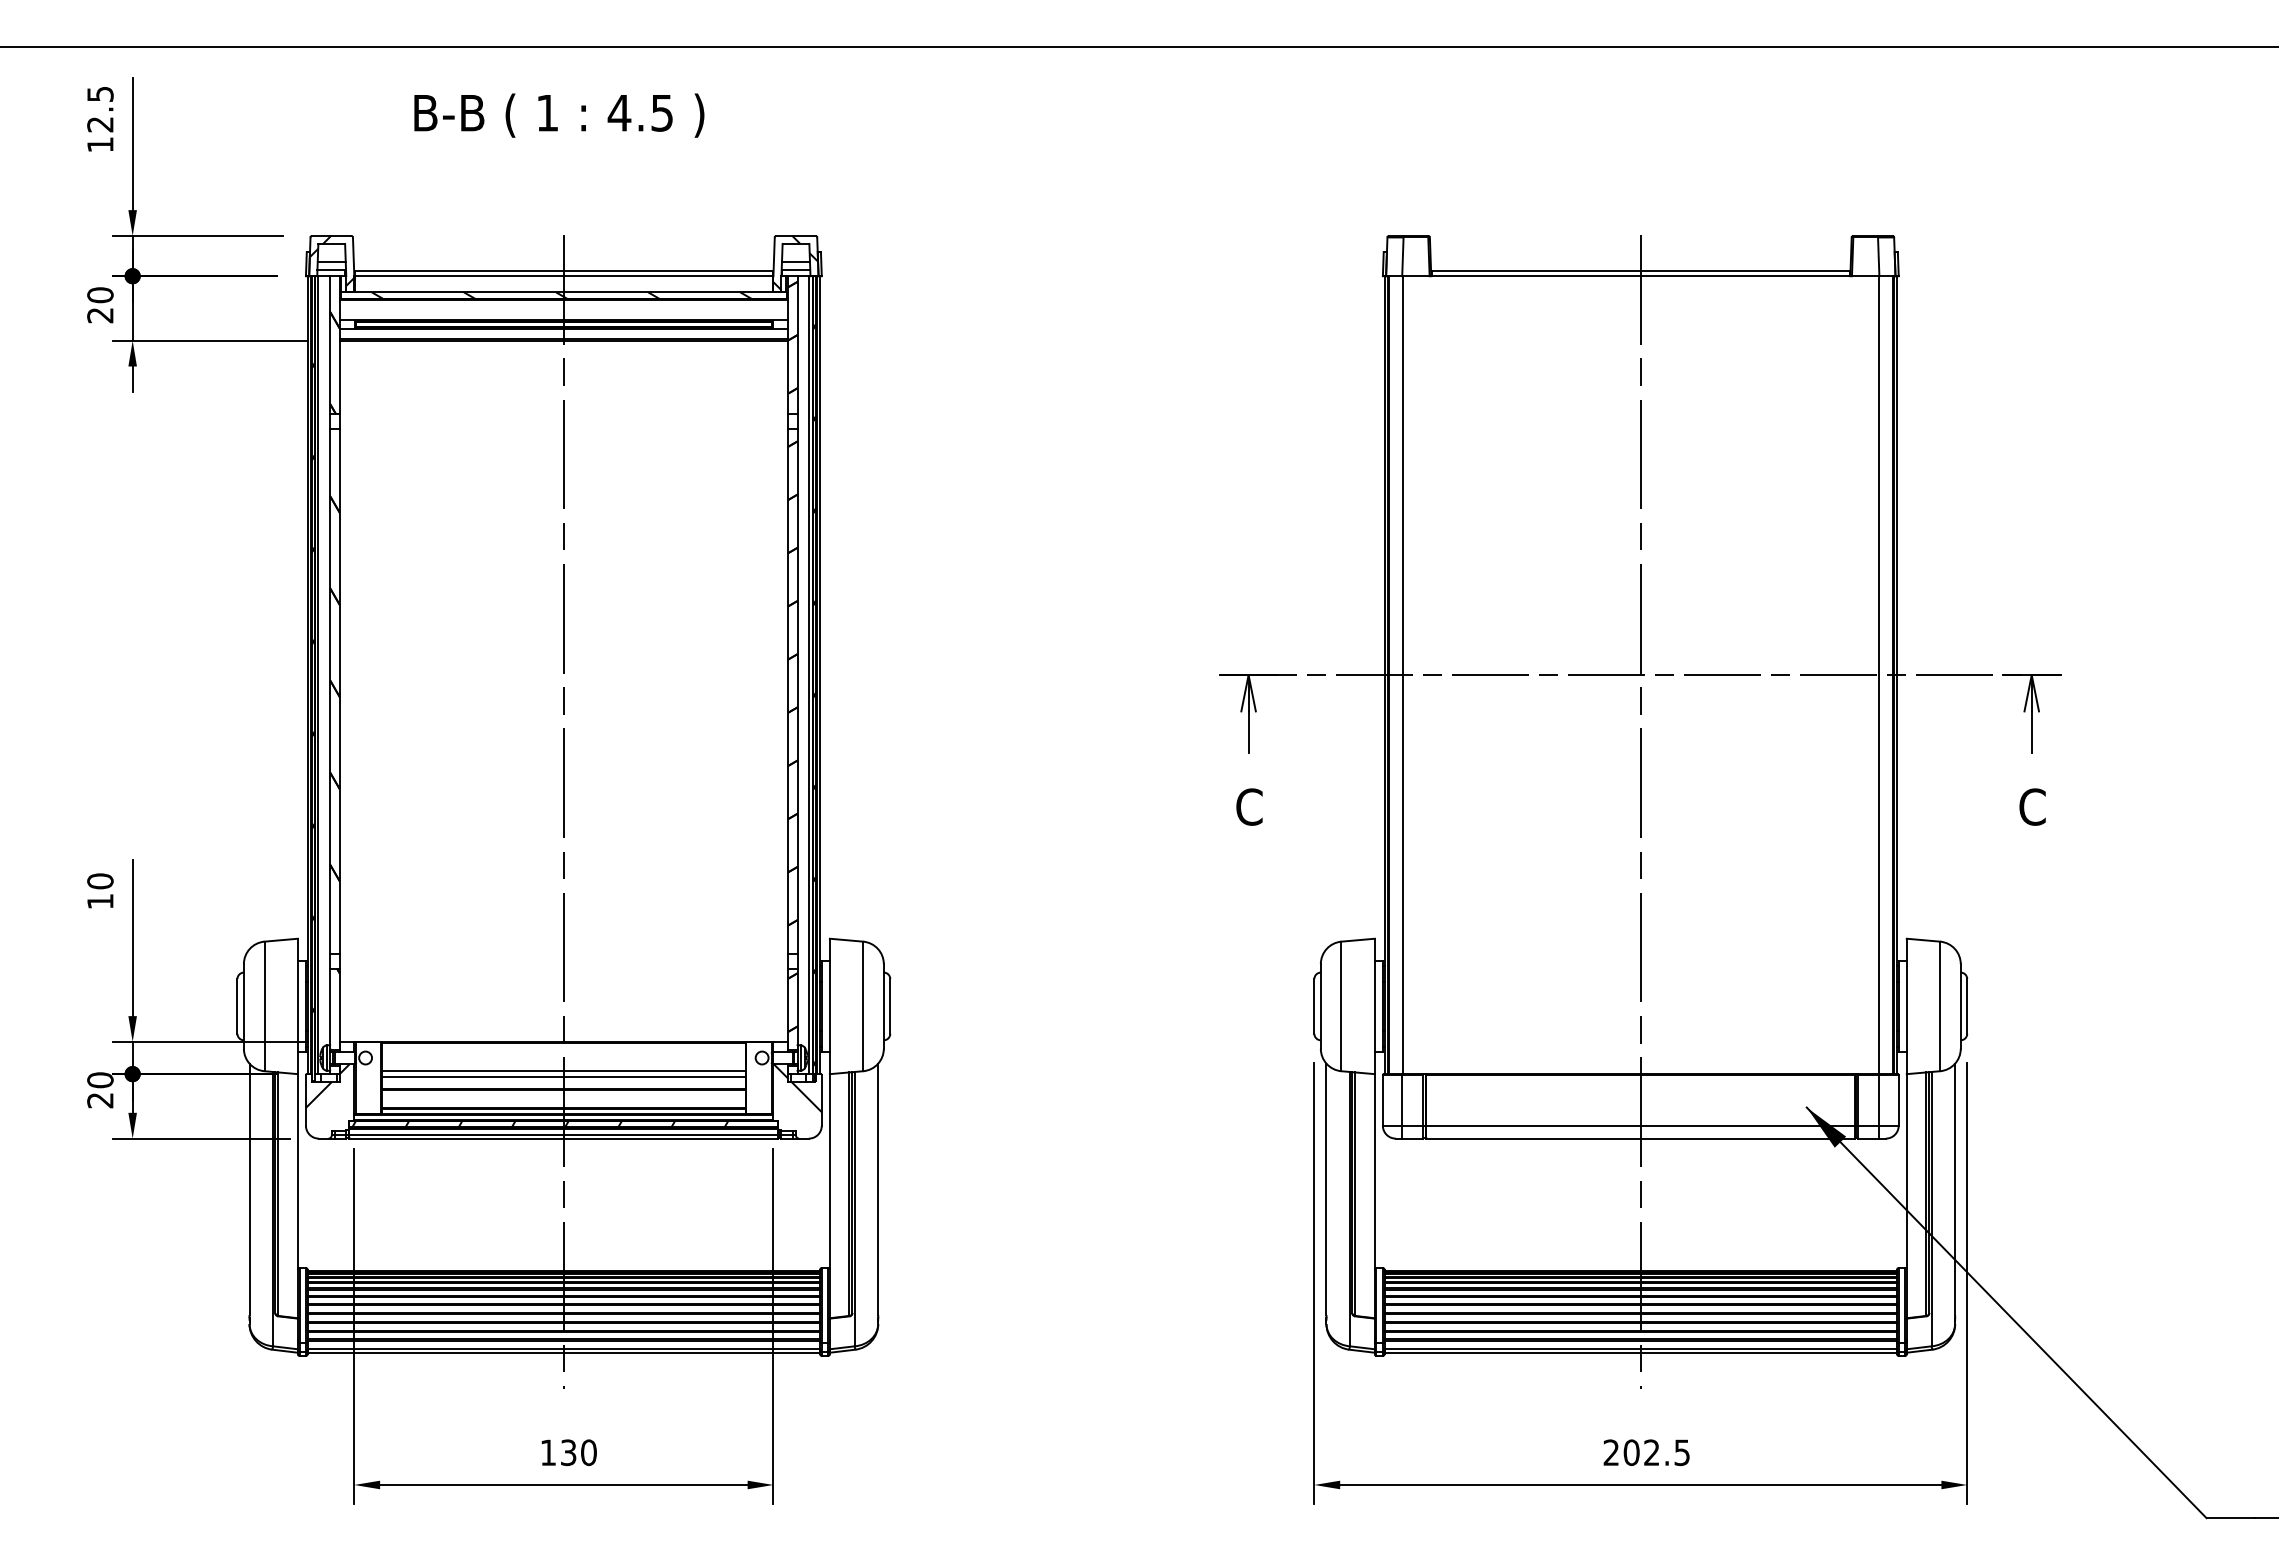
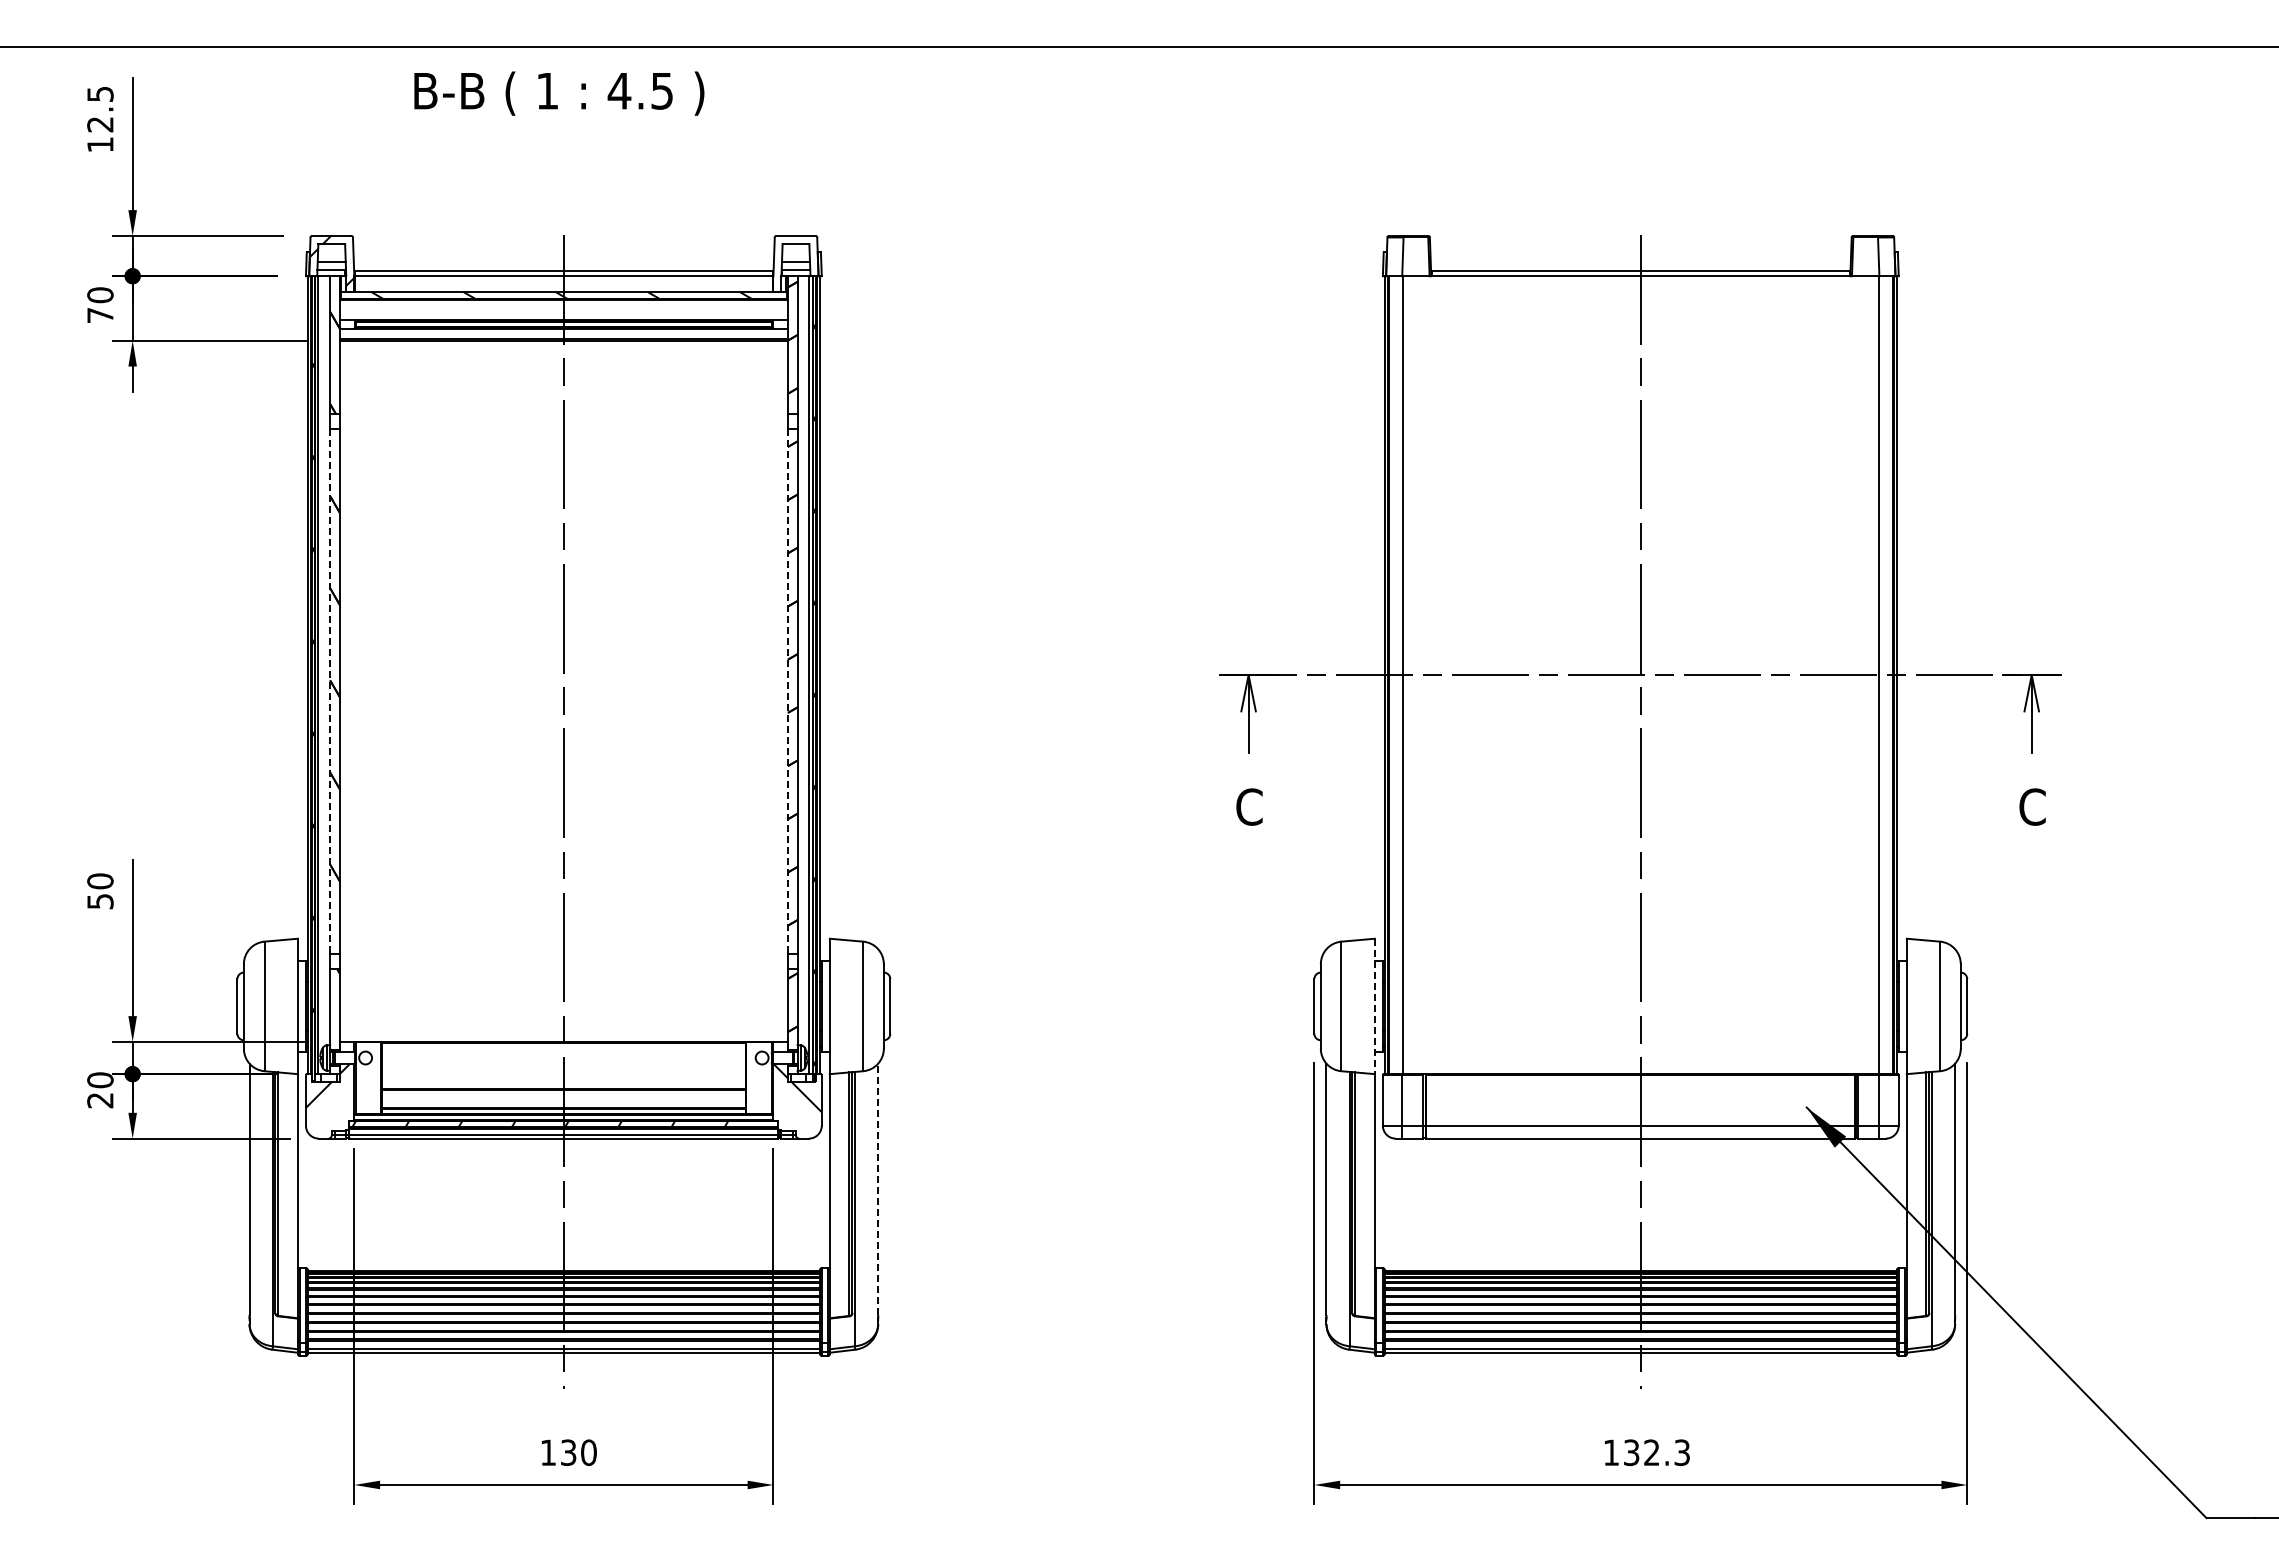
text at (559, 115) position: (559, 115) -> (559, 93)
hatch at (795, 262): present -> none
text at (100, 315): 20 -> 70
line at (330, 691): solid -> dashed
line at (787, 691): solid -> dashed
text at (100, 901): 10 -> 50
line at (1374, 1006): solid -> dashed
line at (563, 1070): present -> none
line at (563, 1077): present -> none
line at (878, 1189): solid -> dashed
text at (1646, 1452): 202.5 -> 132.3
